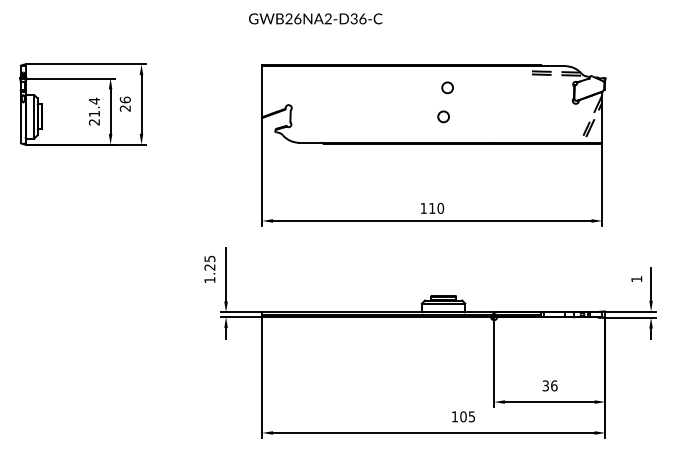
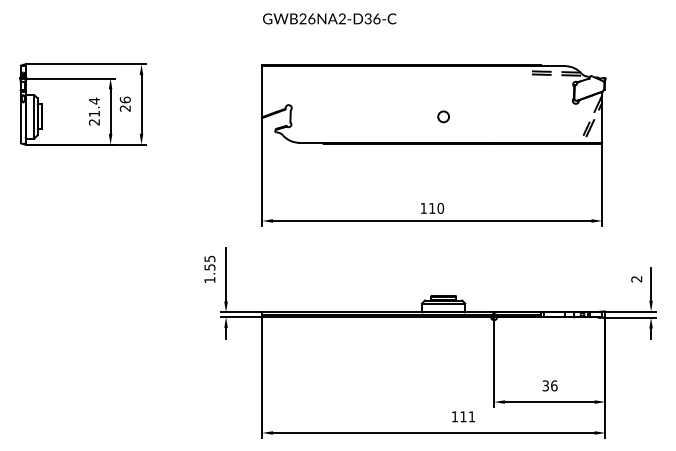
text at (315, 18) position: (315, 18) -> (329, 18)
circle at (447, 87): present -> none
text at (209, 267): 1.25 -> 1.55
text at (636, 279): 1 -> 2
text at (467, 416): 105 -> 111
